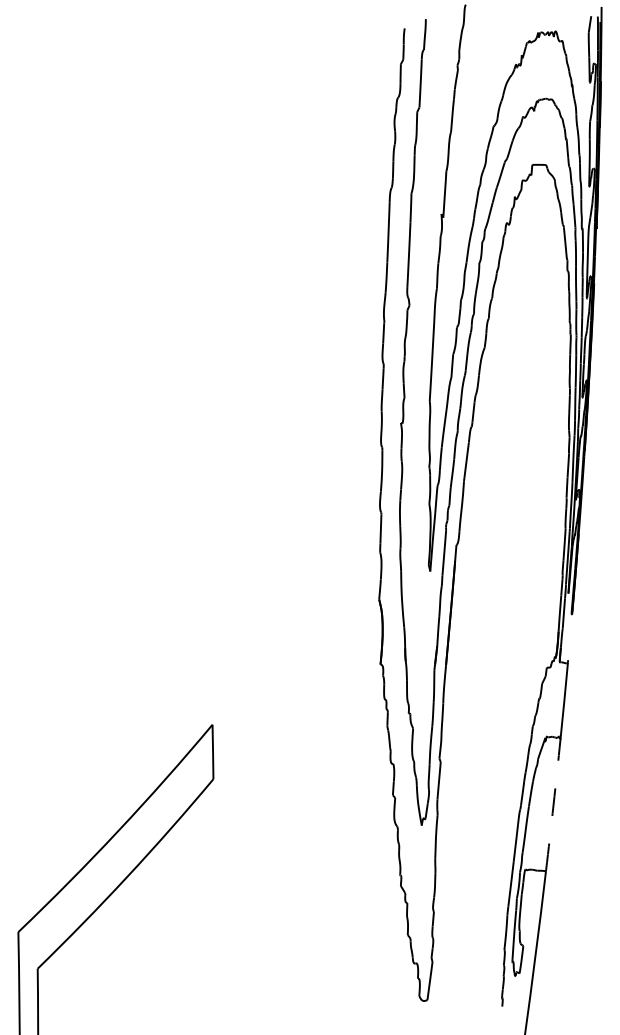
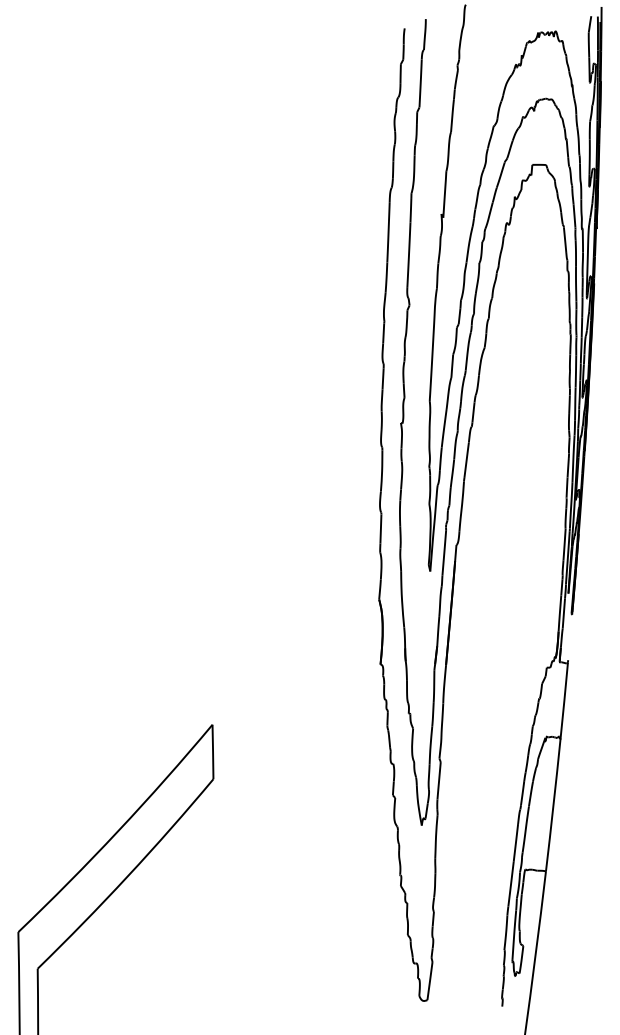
arc at (553, 805): dashed -> solid
